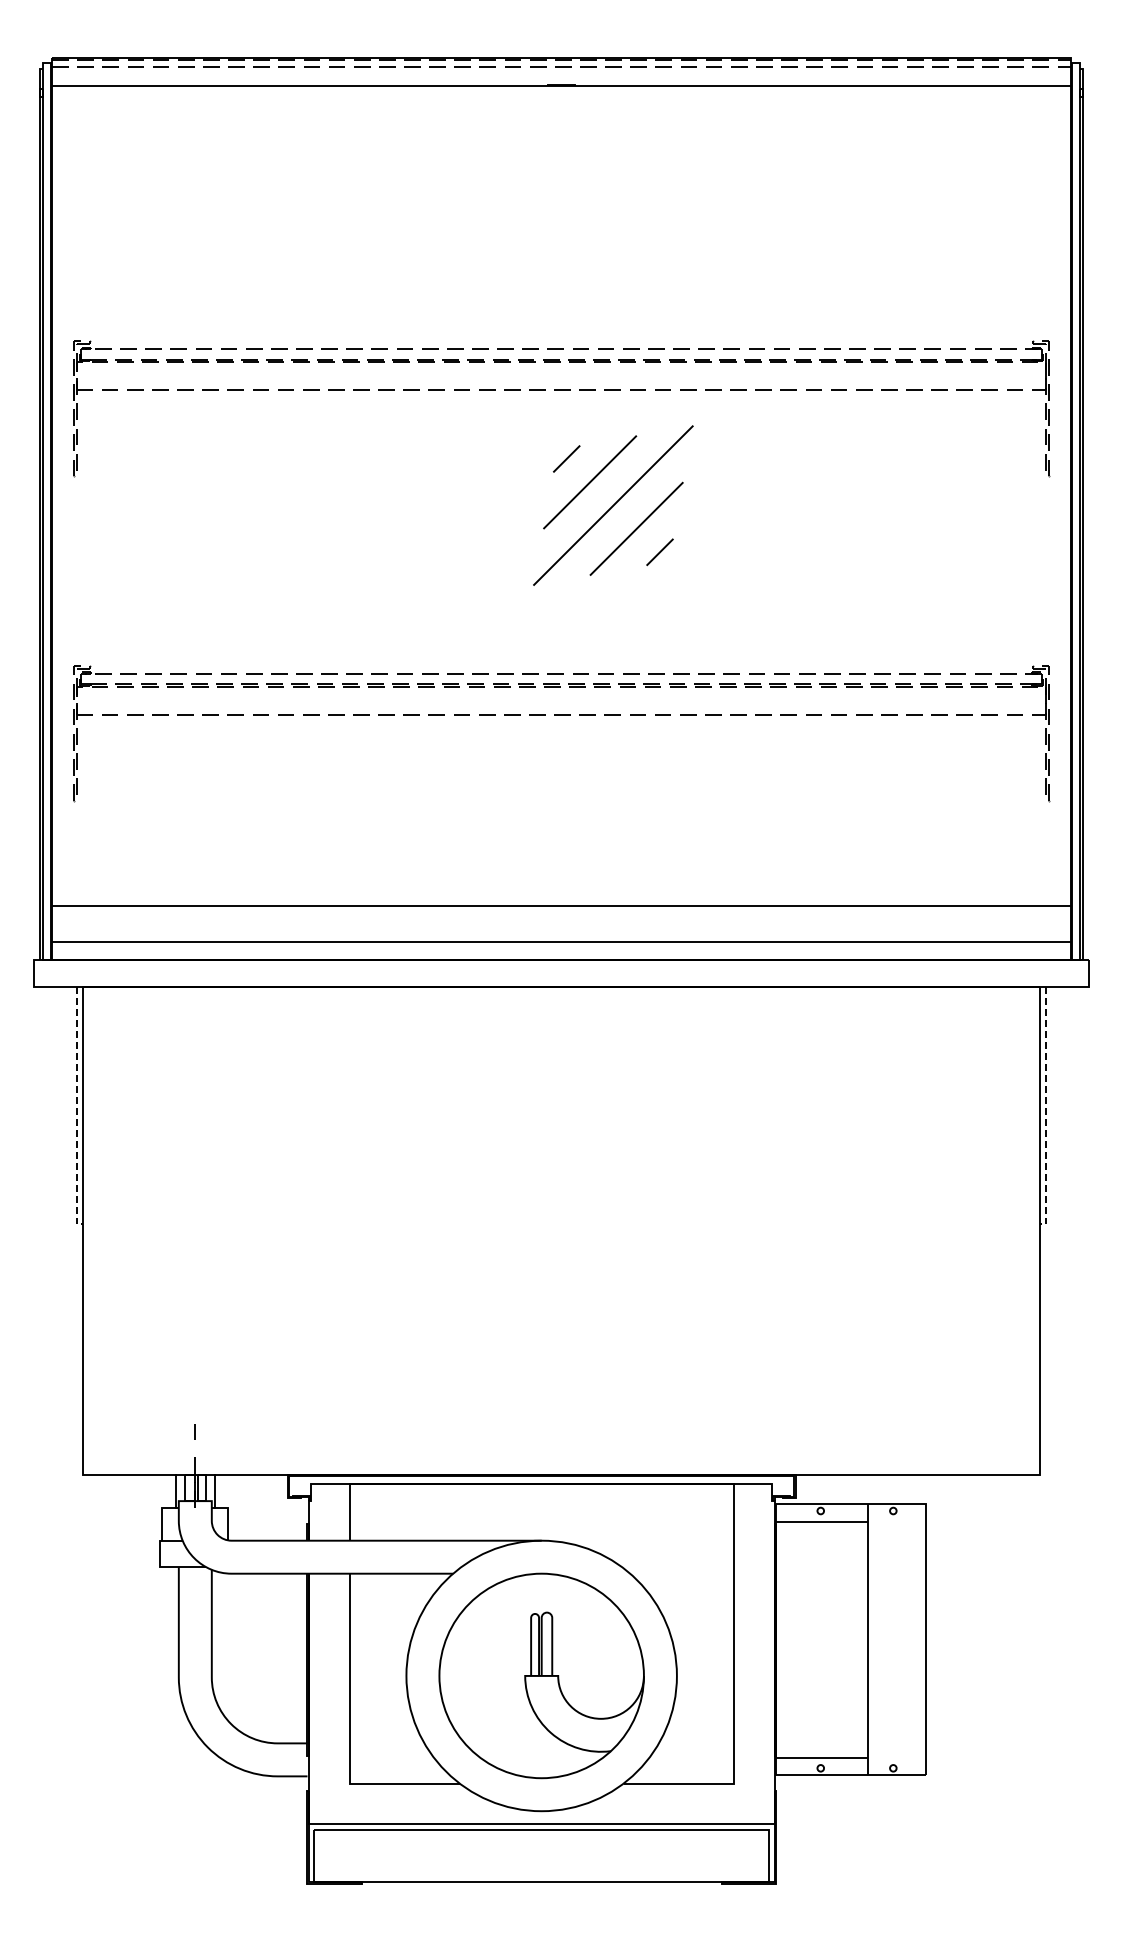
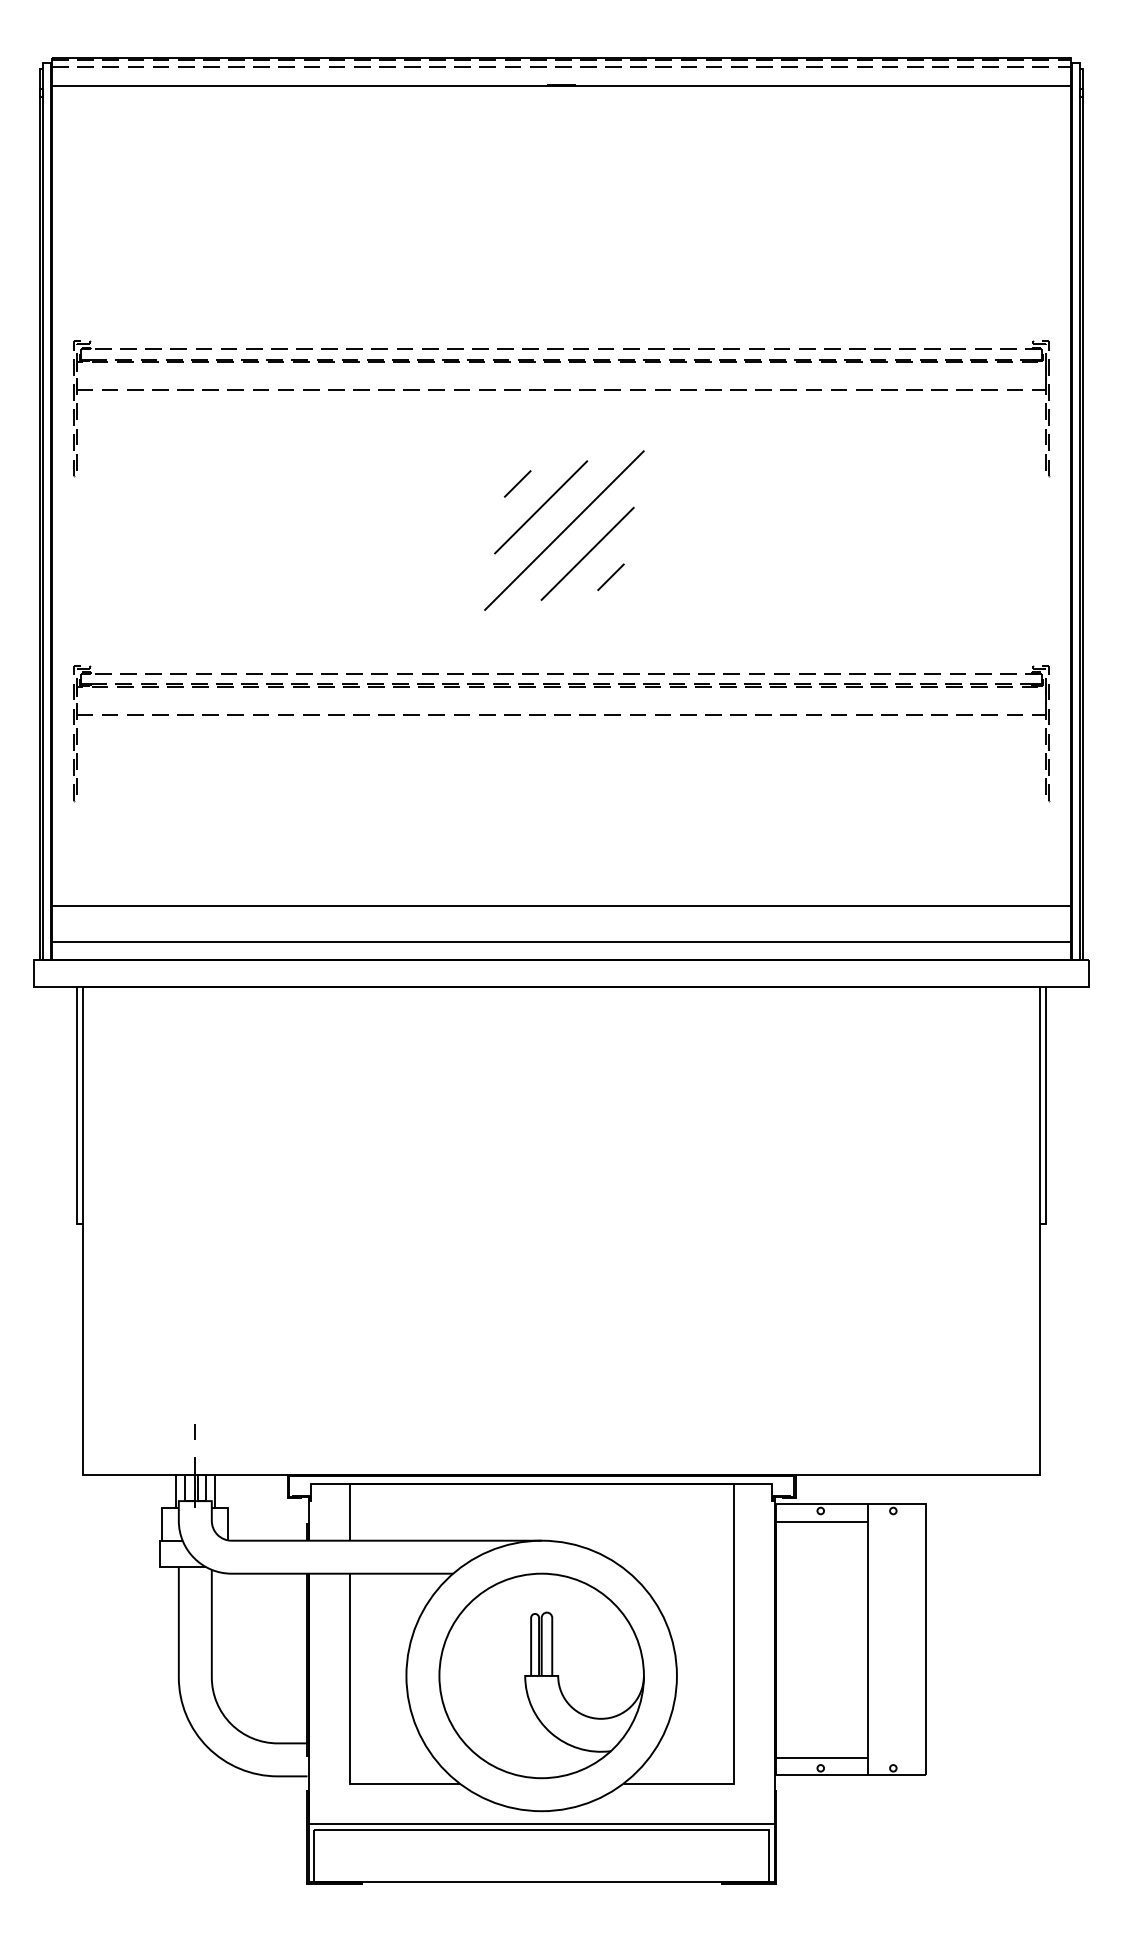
part at (613, 505) position: (613, 505) -> (564, 530)
line at (76, 1109): dashed -> solid
line at (1046, 1109): dashed -> solid
